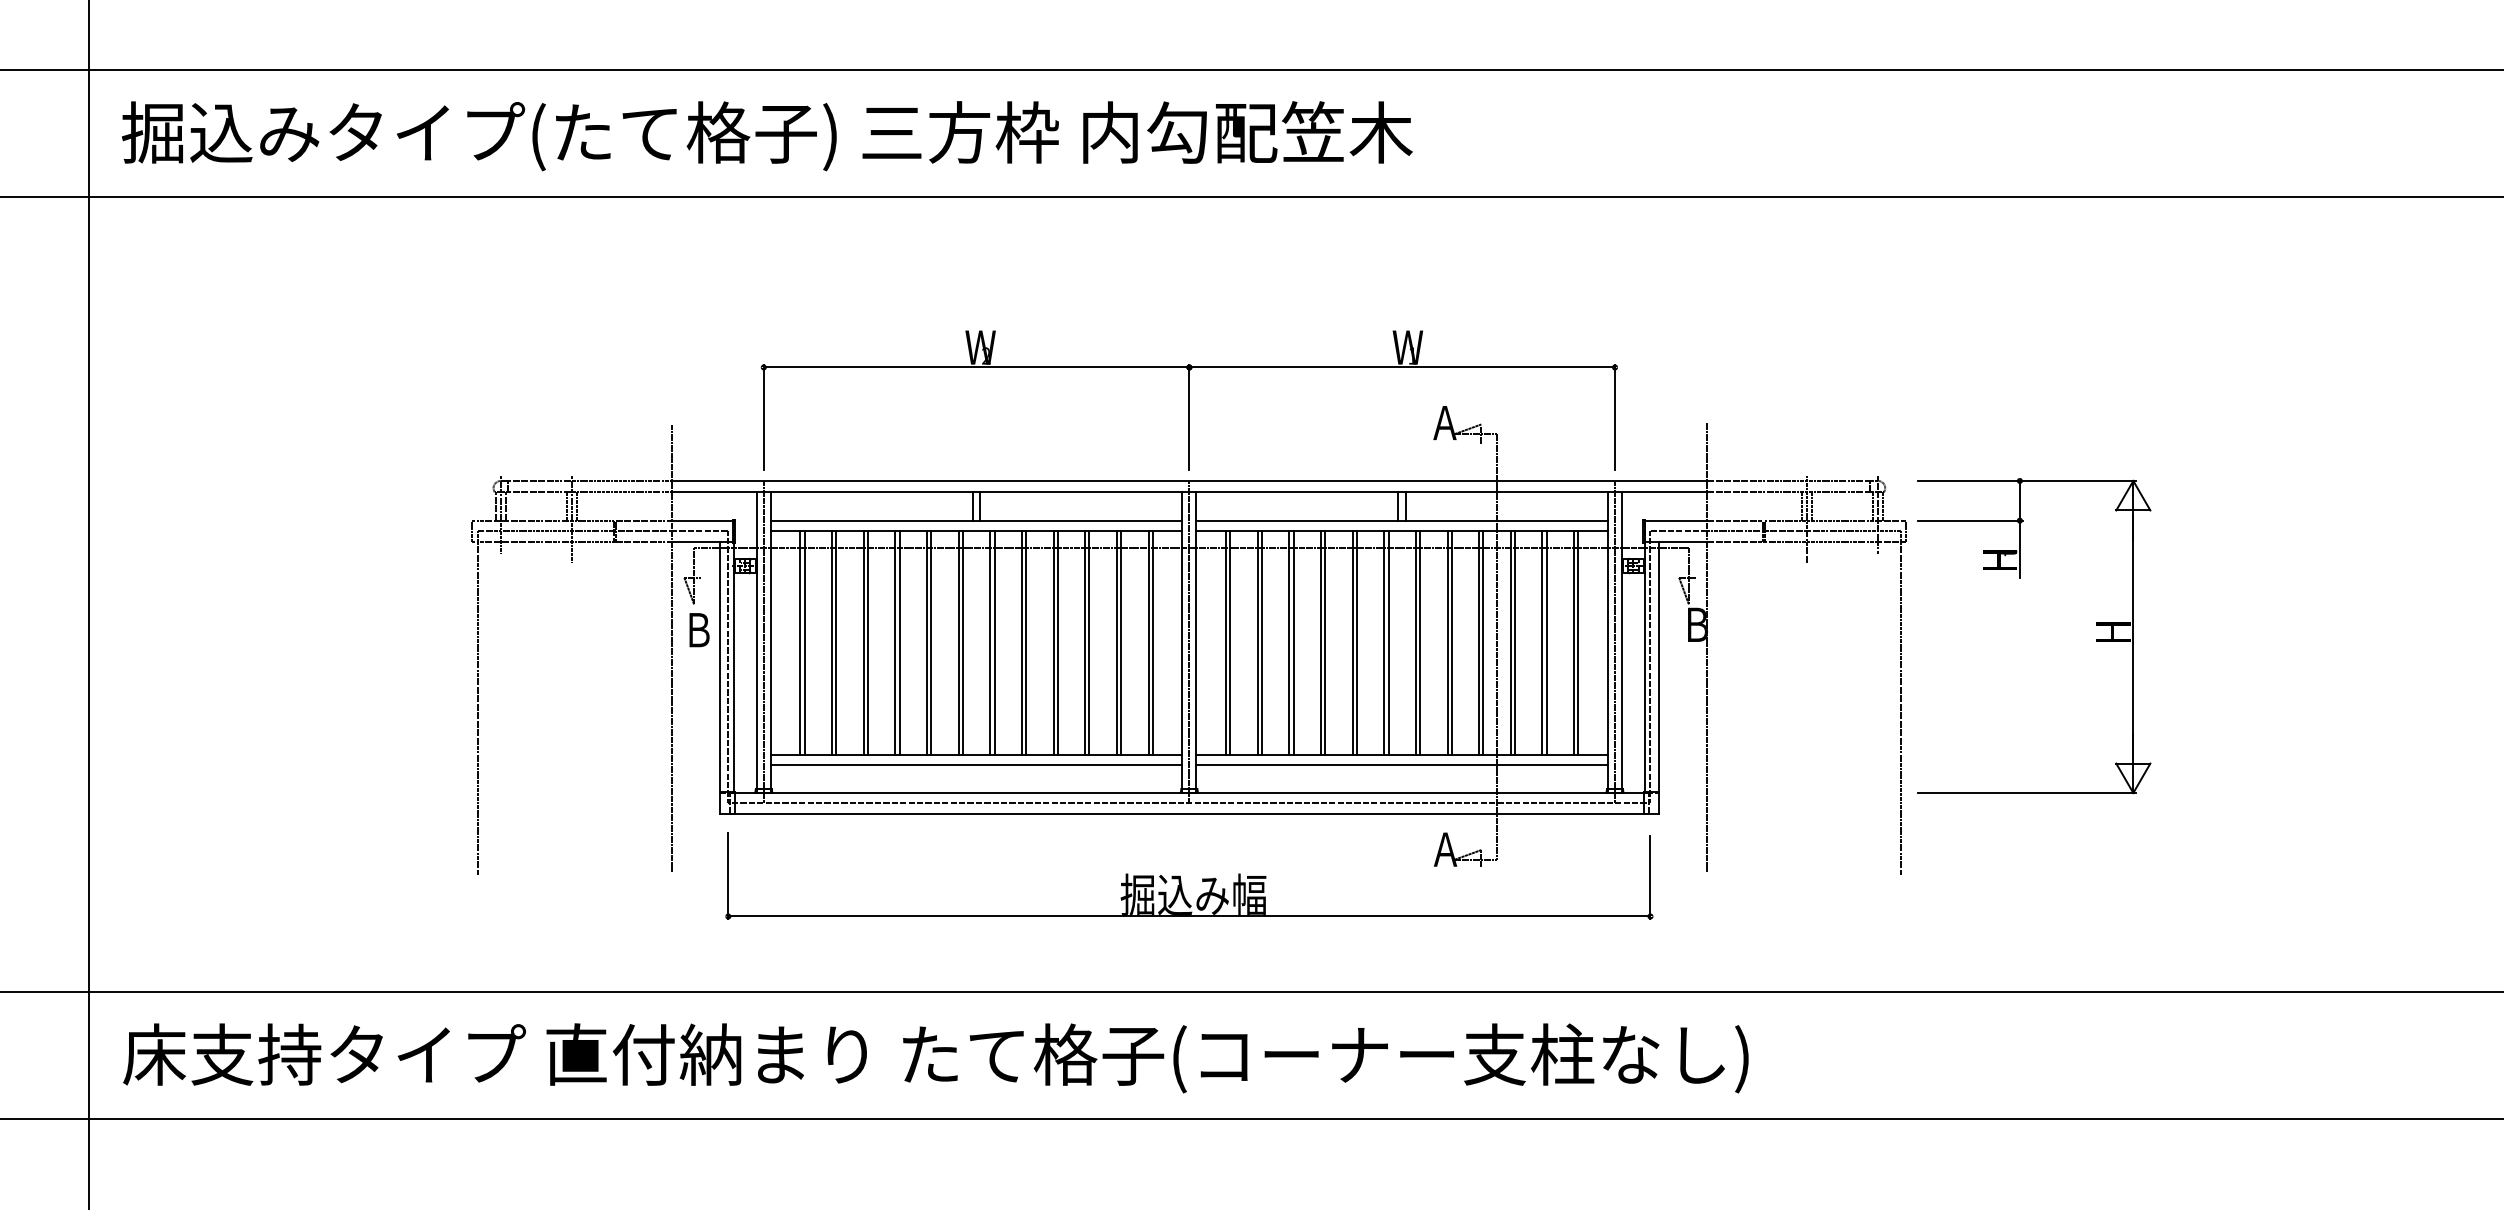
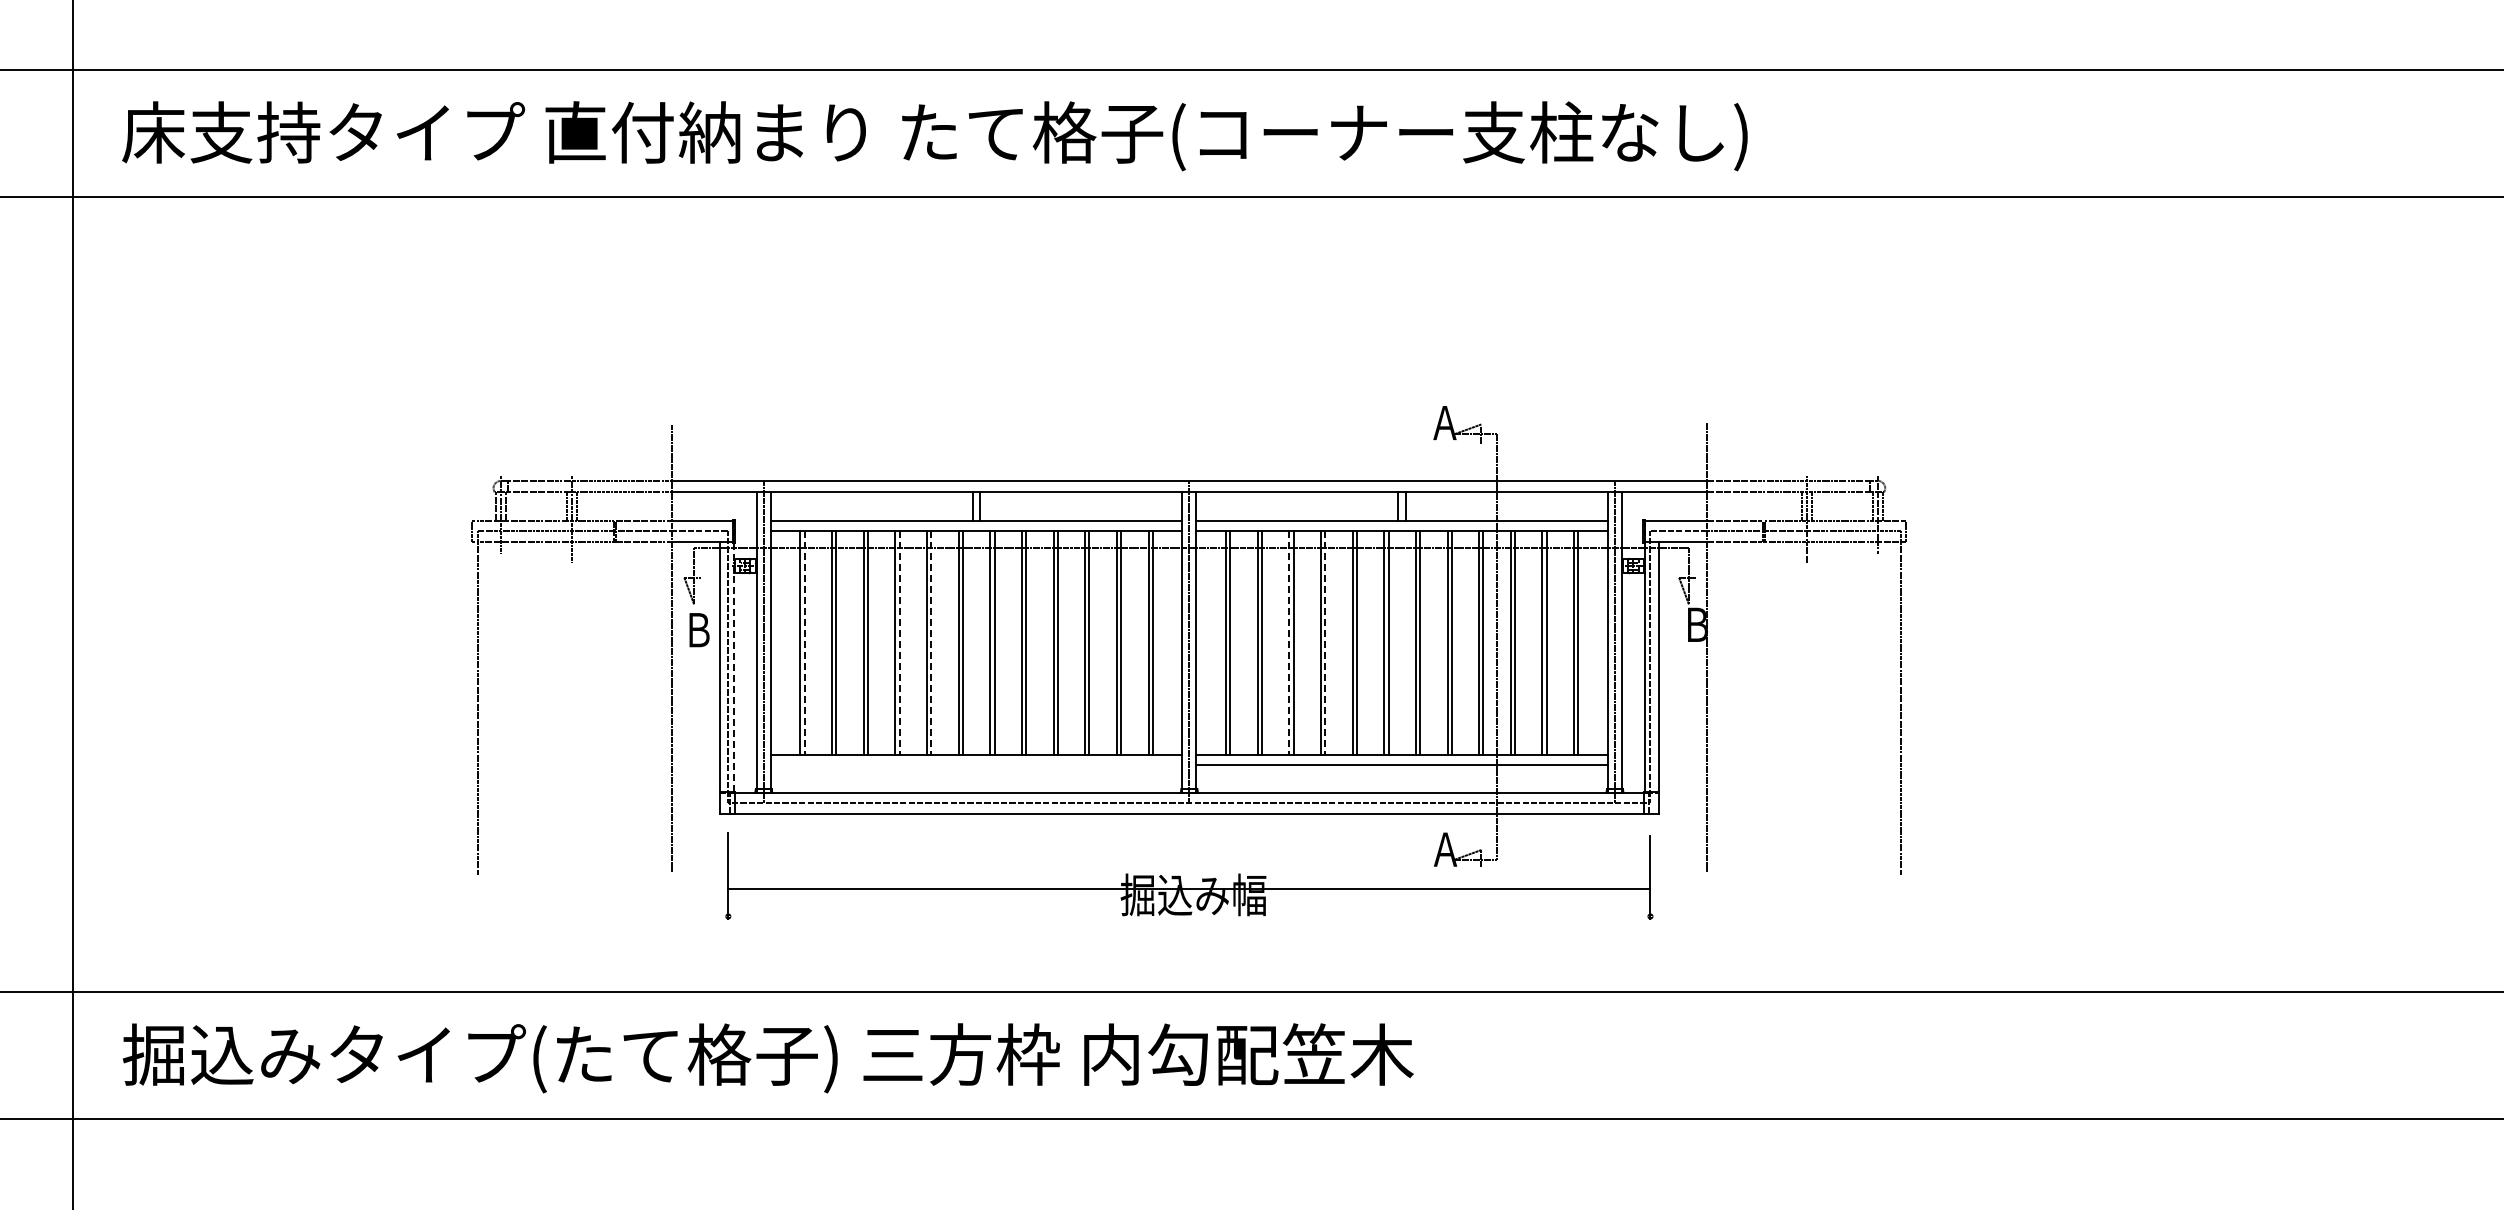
text at (934, 136): 掘込みタイプ(たて格子) 三方枠 内勾配笠木 -> 床支持タイプ 直付納まり たて格子(コーナー支柱なし)
part at (1188, 400): present -> none
part at (2020, 578): present -> none
line at (89, 604) position: (89, 604) -> (73, 604)
line at (804, 643): solid -> dashed
line at (899, 643): solid -> dashed
line at (931, 643): solid -> dashed
line at (1289, 643): solid -> dashed
line at (1325, 643): solid -> dashed
line at (734, 667): solid -> dashed
line at (976, 764): present -> none
line at (1189, 916) position: (1189, 916) -> (1189, 889)
text at (935, 1058): 床支持タイプ 直付納まり たて格子(コーナー支柱なし) -> 掘込みタイプ(たて格子) 三方枠 内勾配笠木
